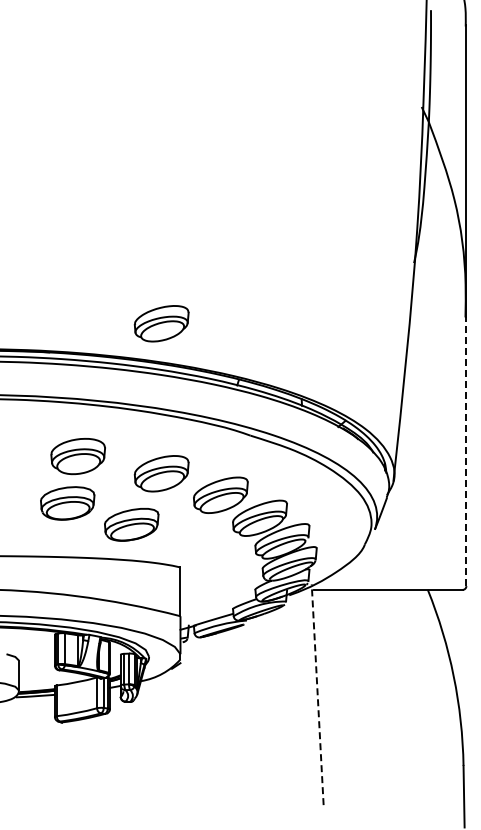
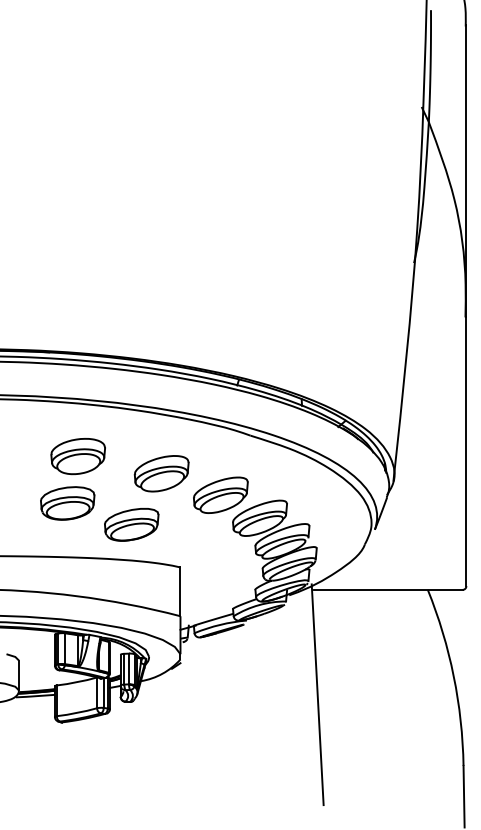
part at (161, 323): present -> none
line at (466, 451): dashed -> solid
line at (317, 694): dashed -> solid
